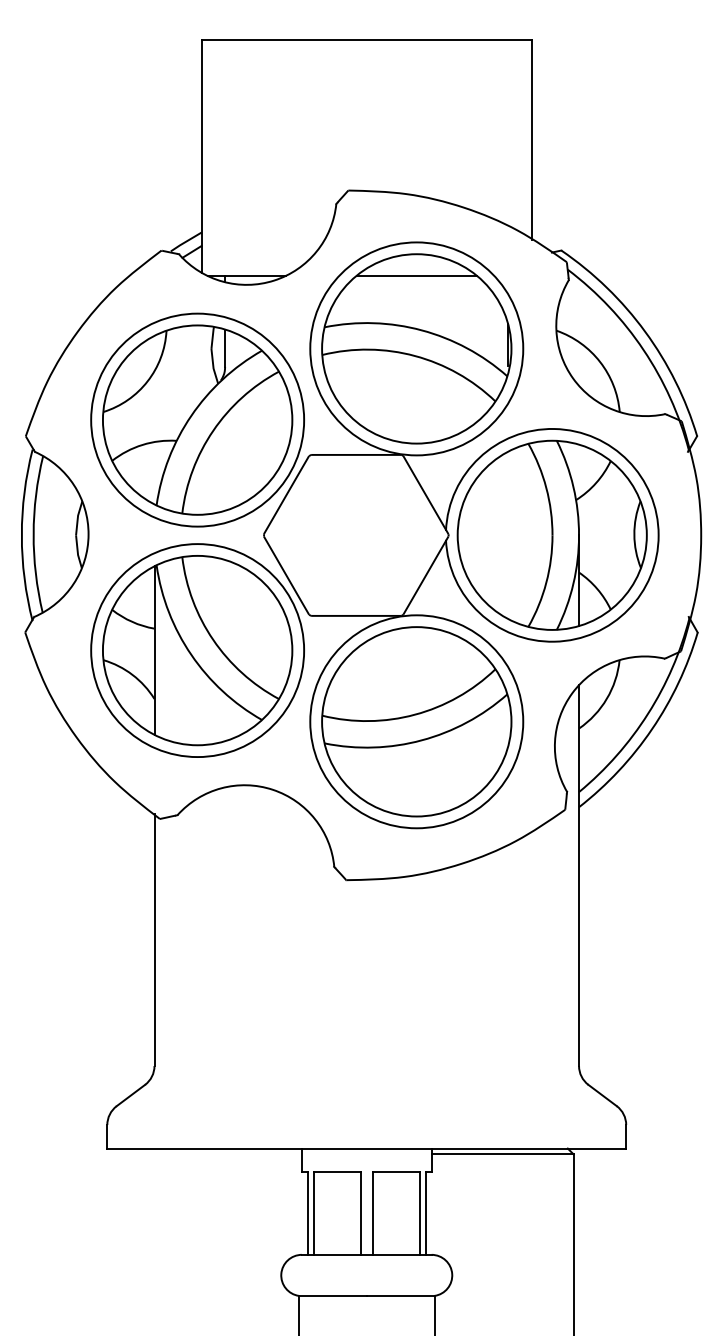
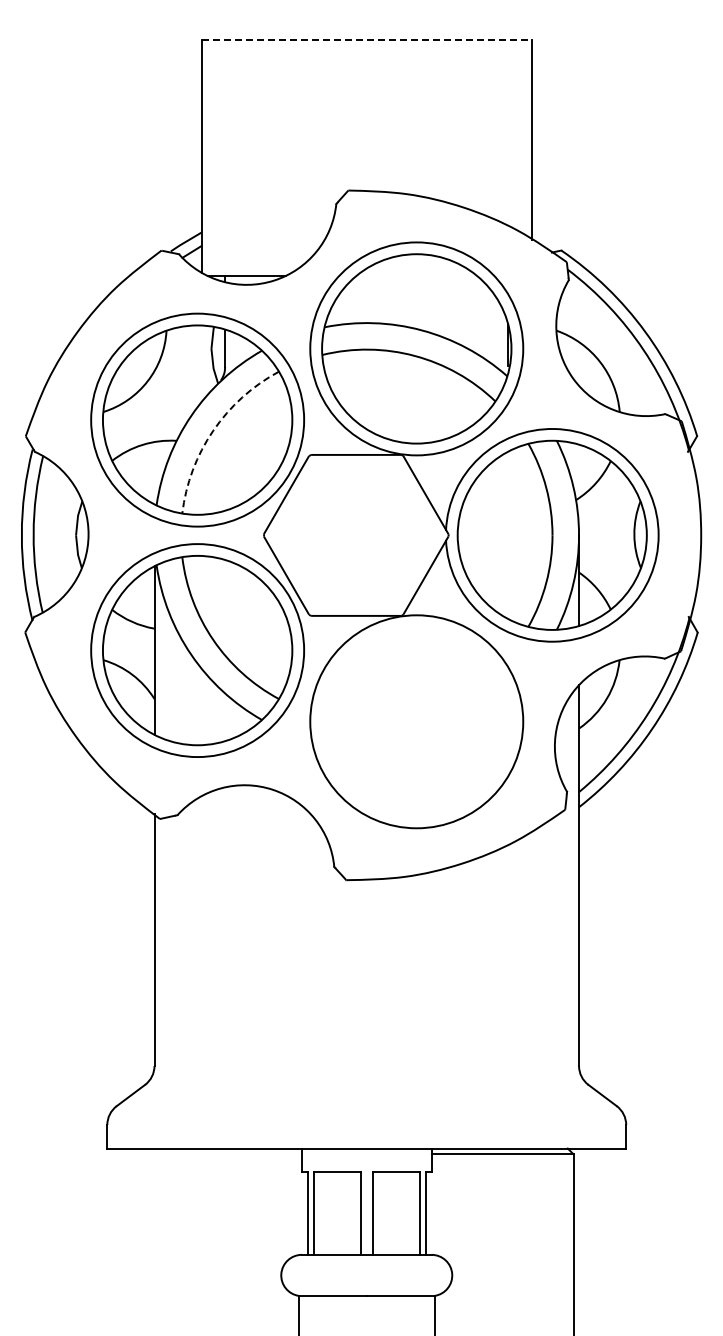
line at (367, 40): solid -> dashed
line at (416, 275): present -> none
arc at (213, 430): solid -> dashed
part at (416, 721): present -> none
